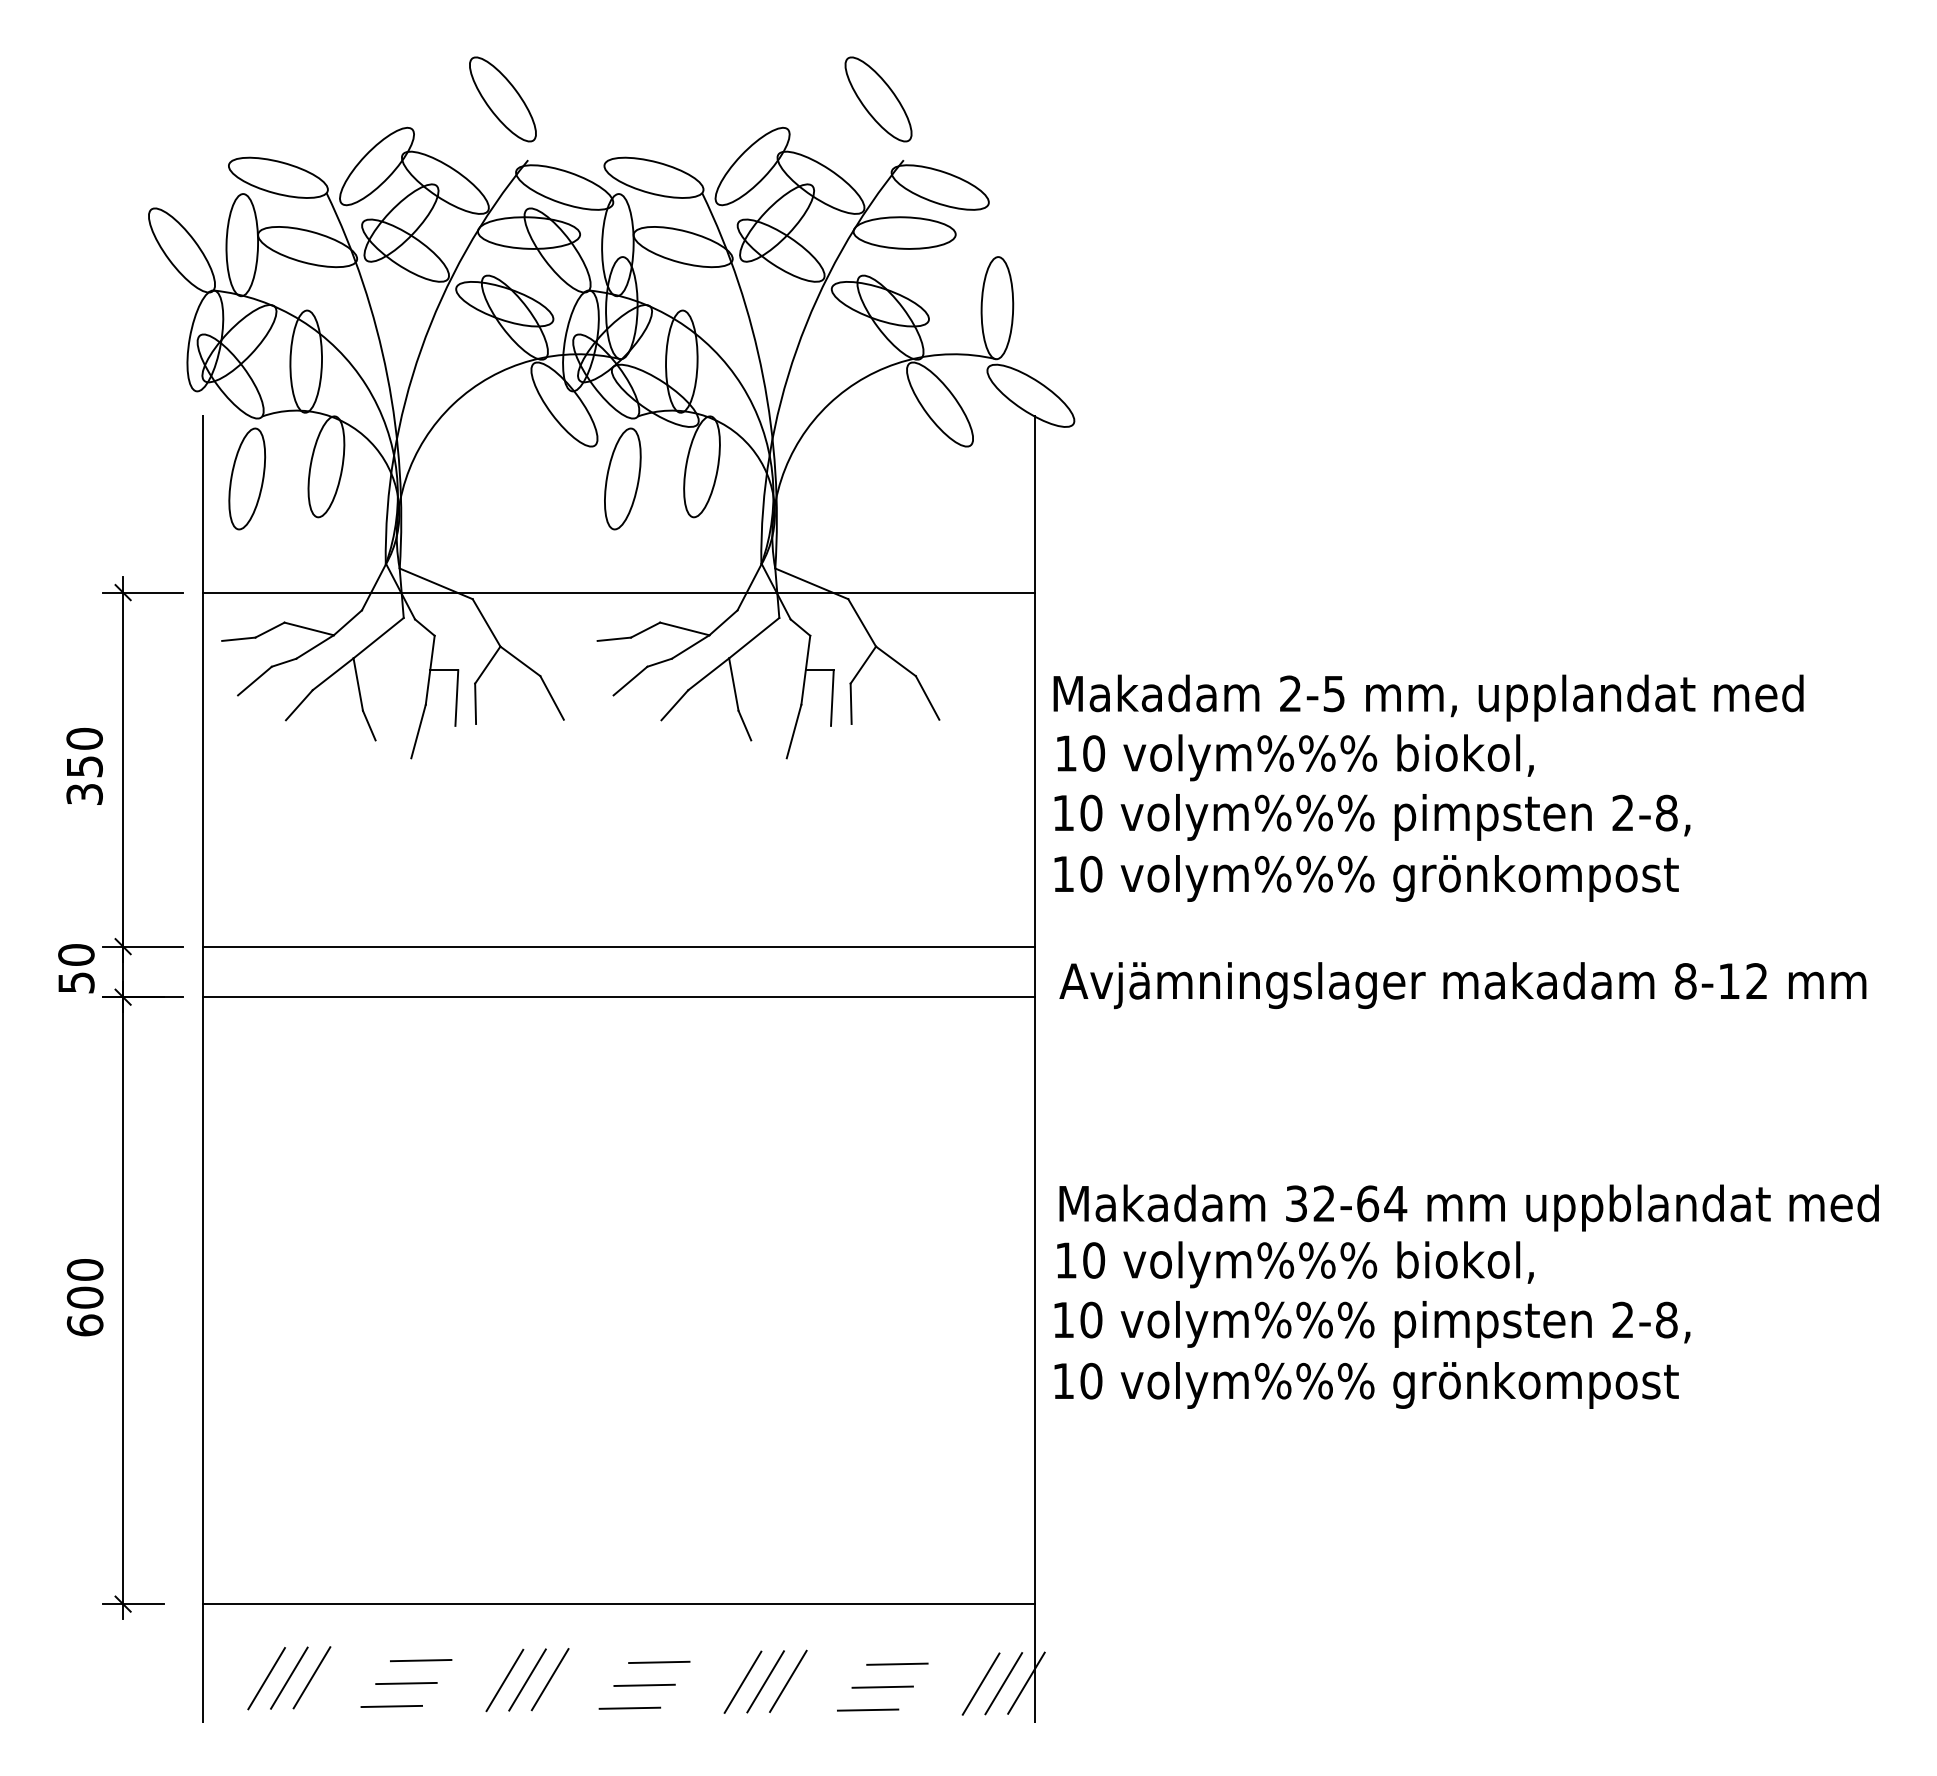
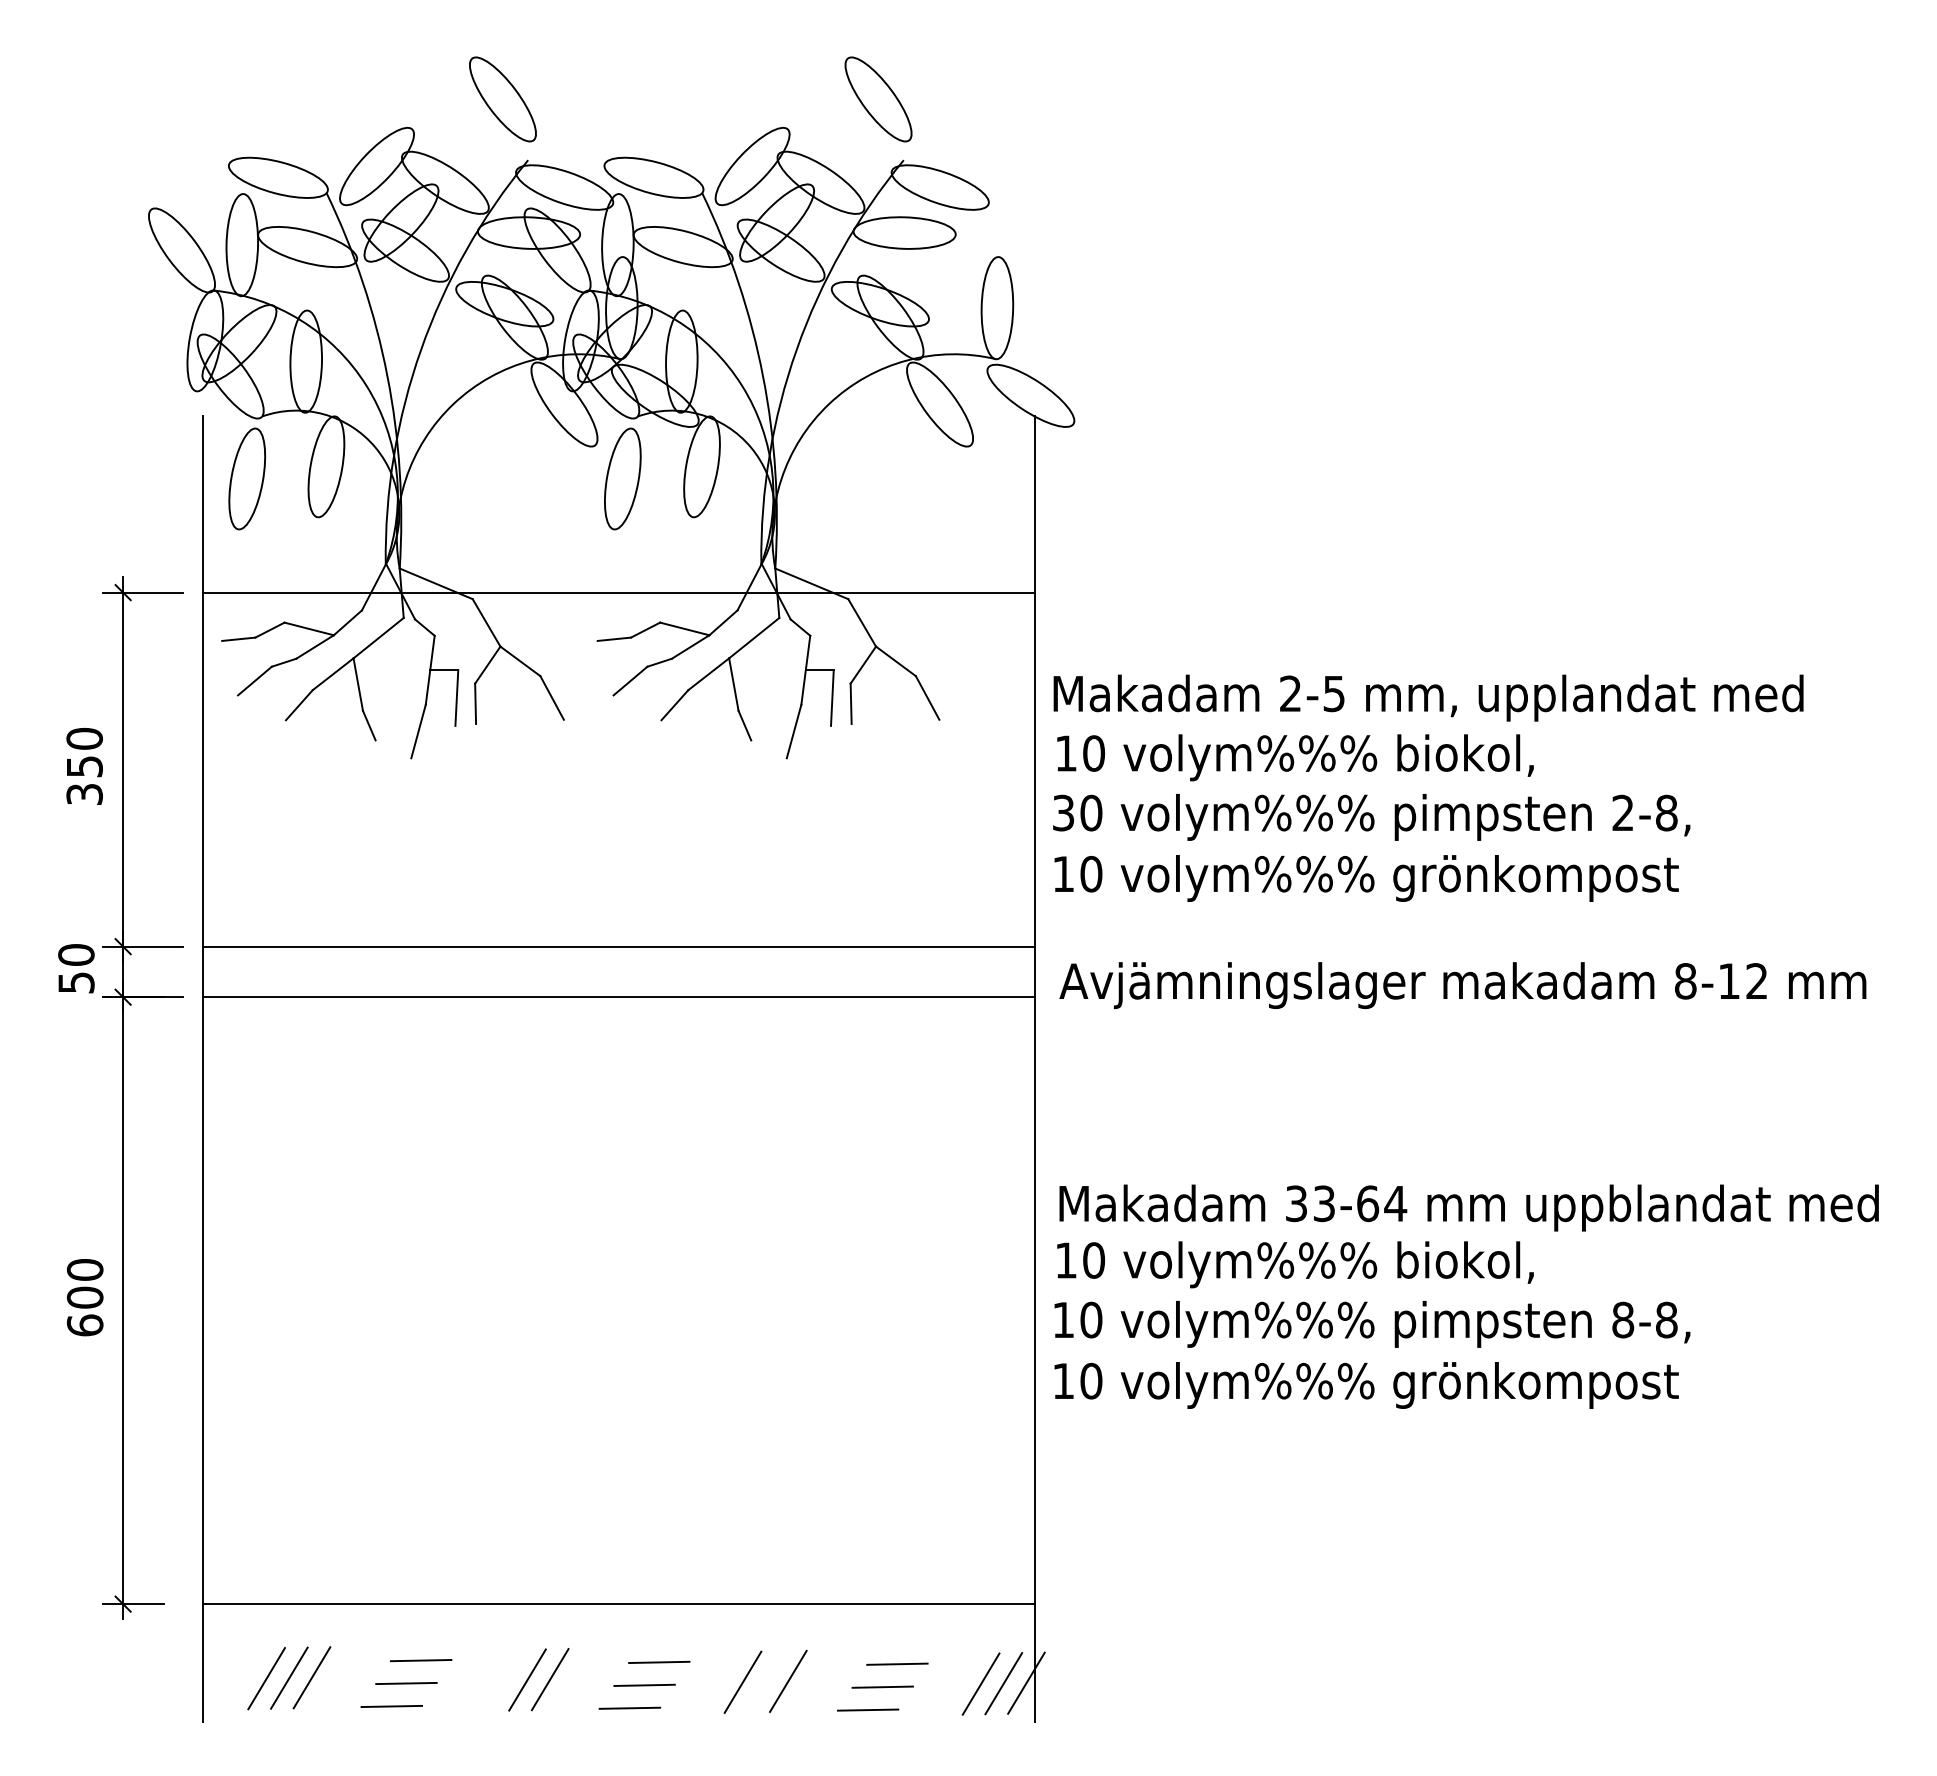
text at (1063, 812): 10 -> 30
text at (1323, 1203): 32-64 -> 33-64
text at (1623, 1319): 2-8, -> 8-8,
line at (504, 1680): present -> none
line at (765, 1681): present -> none
